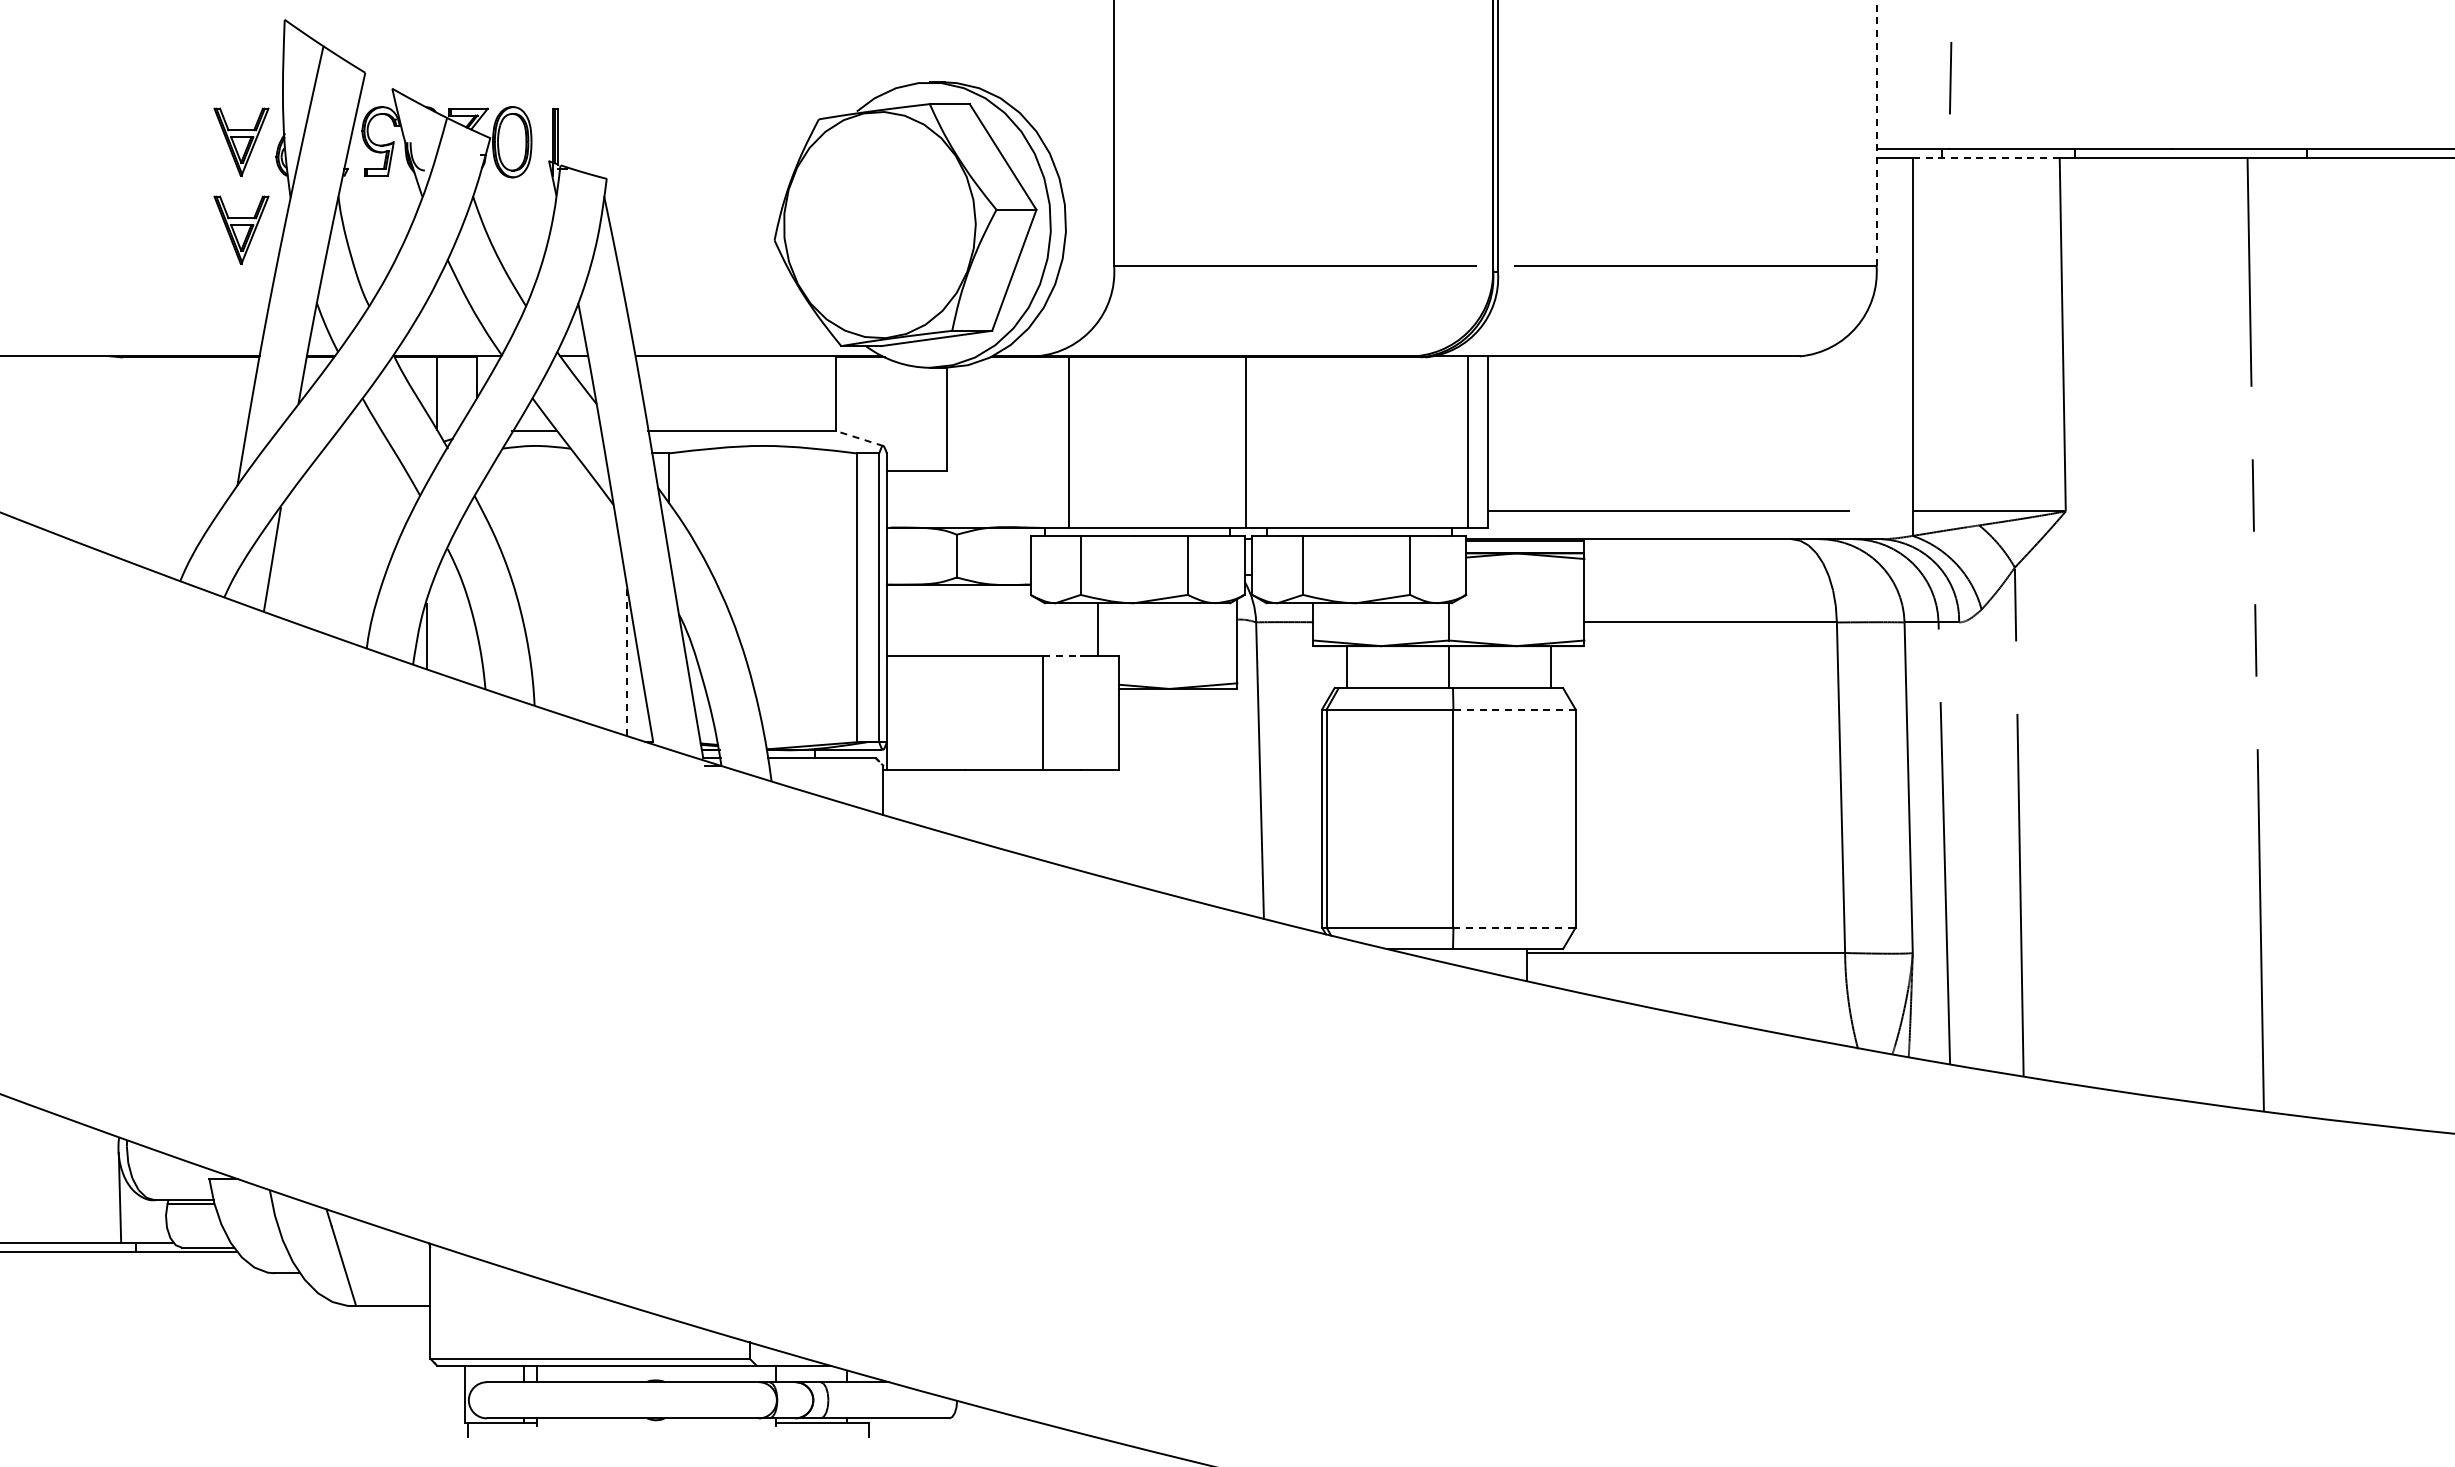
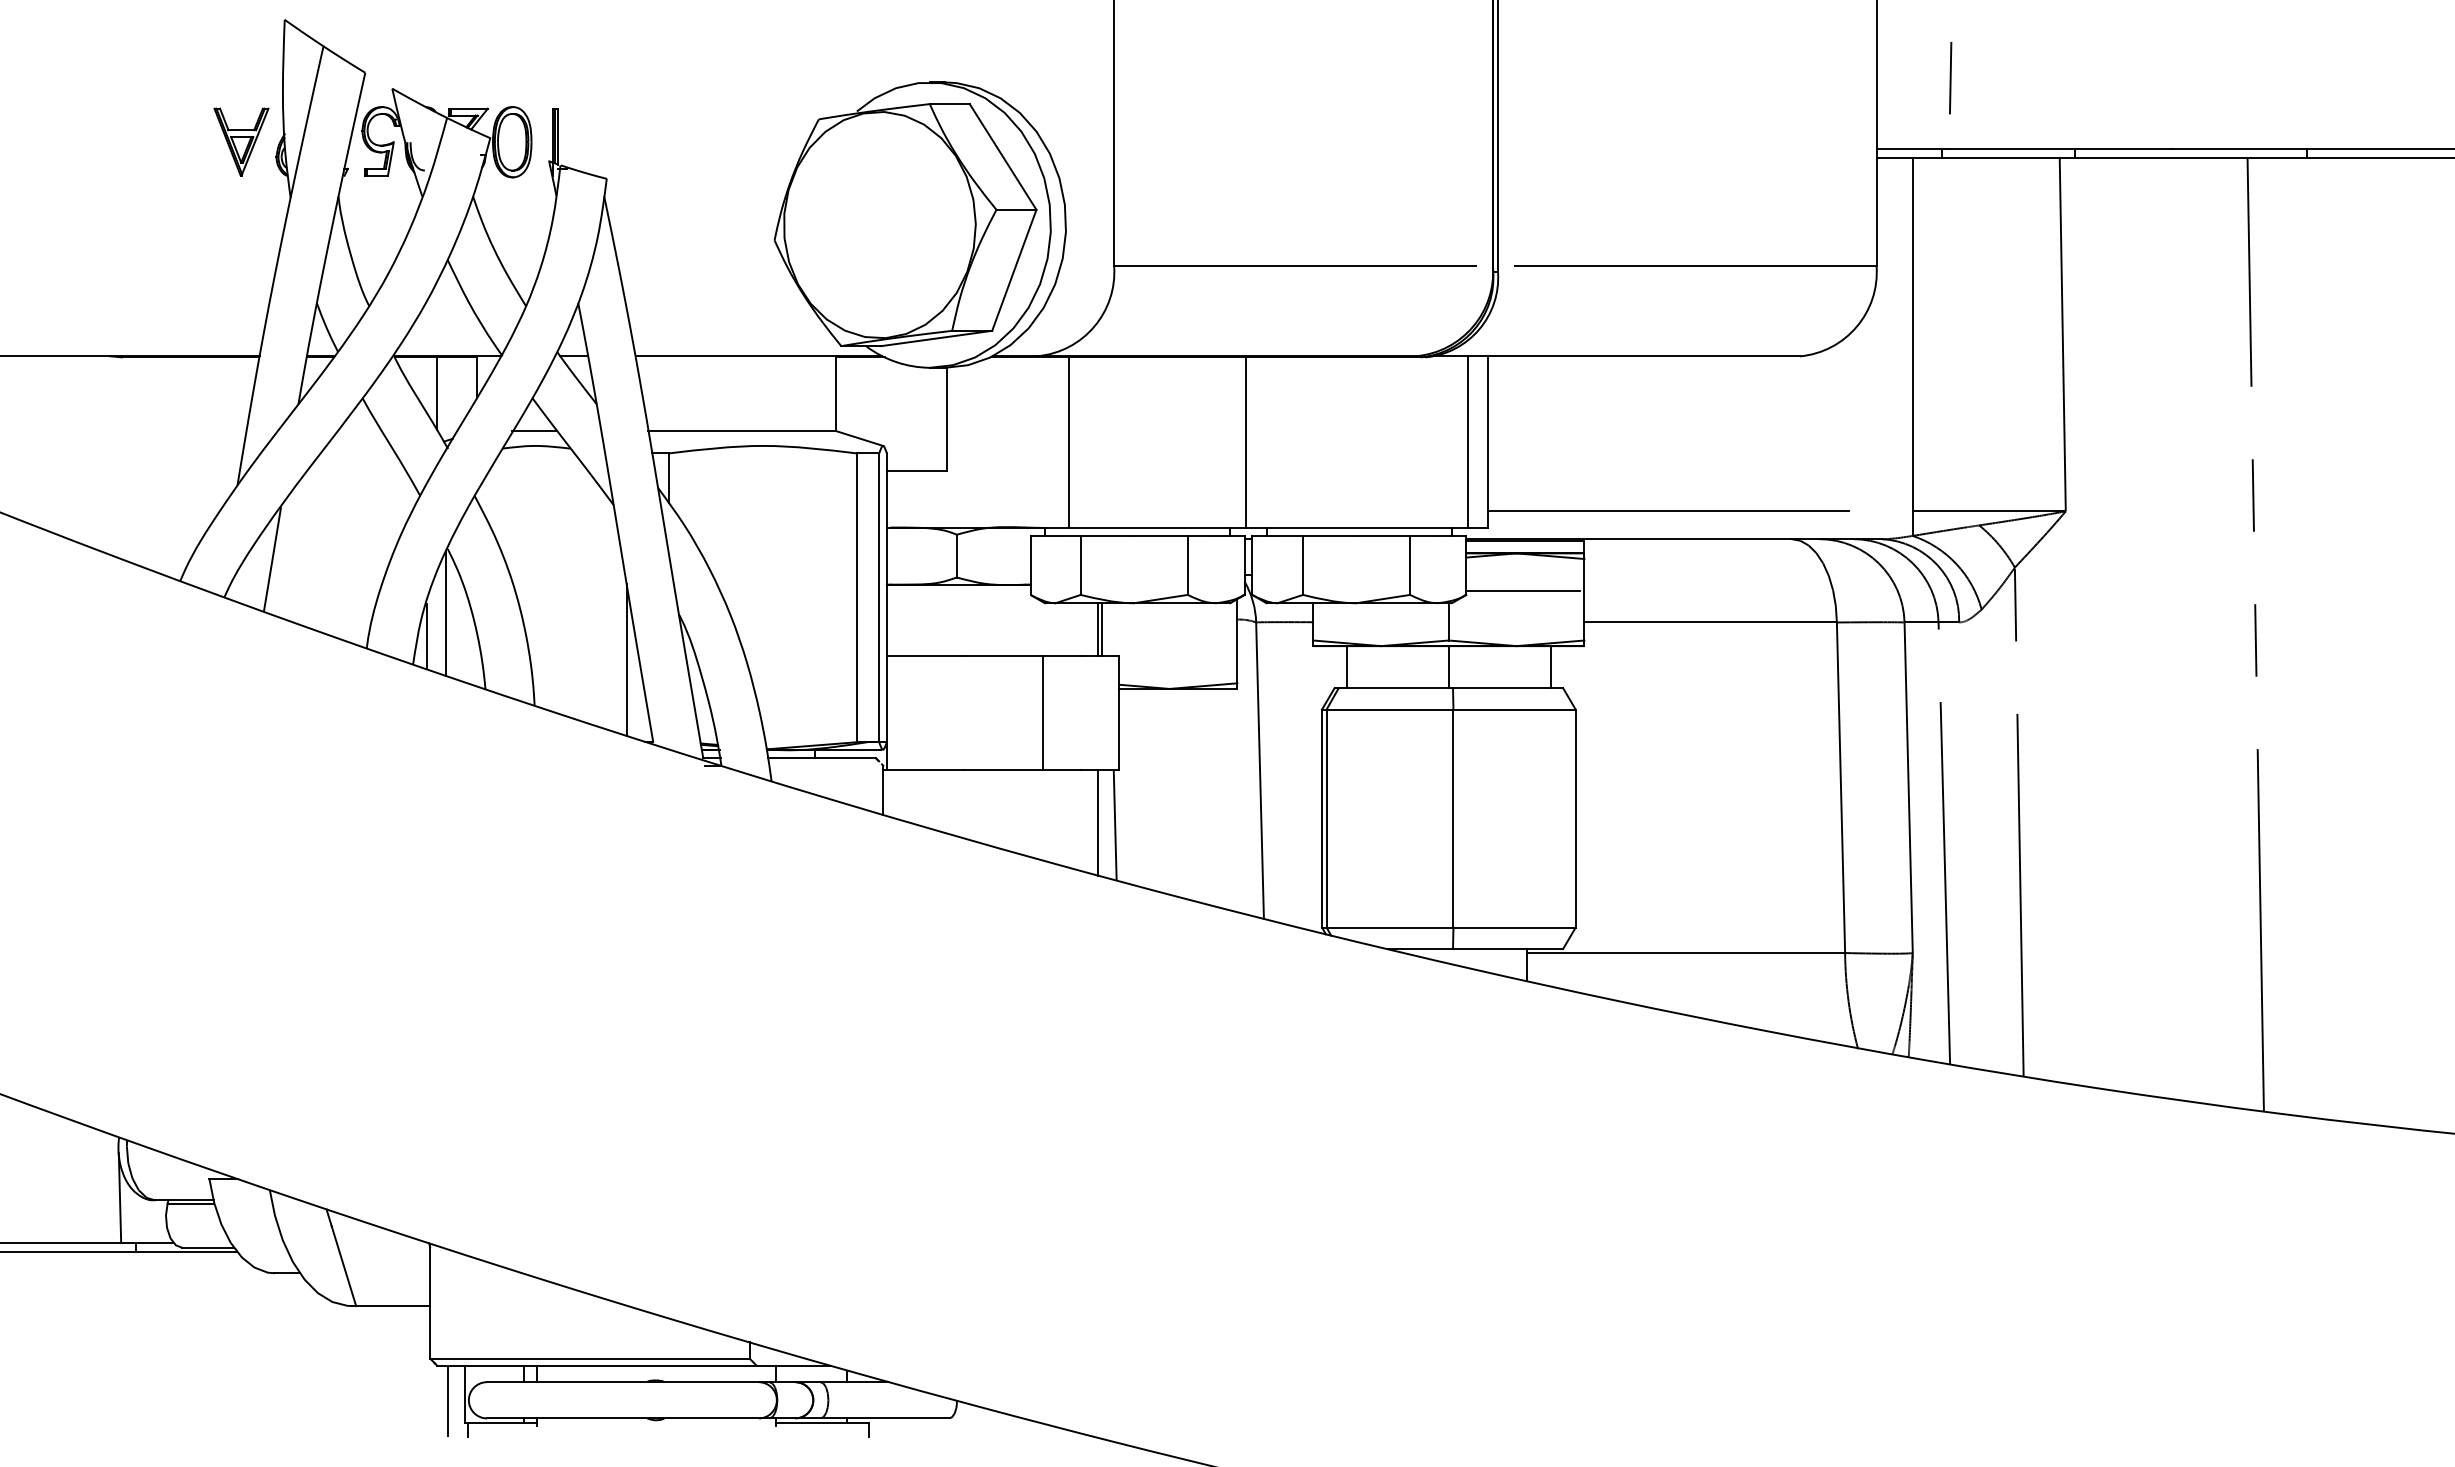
line at (1876, 132): dashed -> solid
line at (1985, 158): dashed -> solid
part at (241, 229): present -> none
line at (859, 438): dashed -> solid
line at (1523, 591): none -> present
line at (446, 613): none -> present
line at (1101, 629): none -> present
line at (1062, 656): dashed -> solid
line at (626, 660): dashed -> solid
line at (1514, 709): dashed -> solid
line at (1098, 822): none -> present
line at (1114, 825): none -> present
line at (1515, 927): dashed -> solid
line at (448, 1401): none -> present
